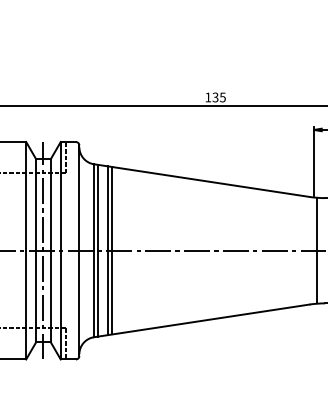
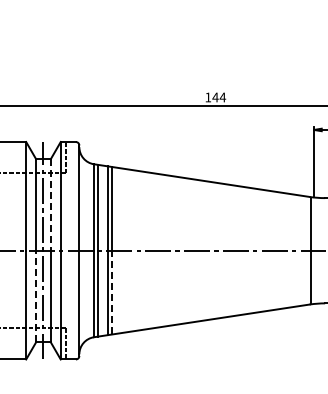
text at (219, 97): 135 -> 144
line at (50, 205): solid -> dashed
line at (317, 250) position: (317, 250) -> (311, 250)
line at (112, 292): solid -> dashed
line at (36, 296): solid -> dashed
